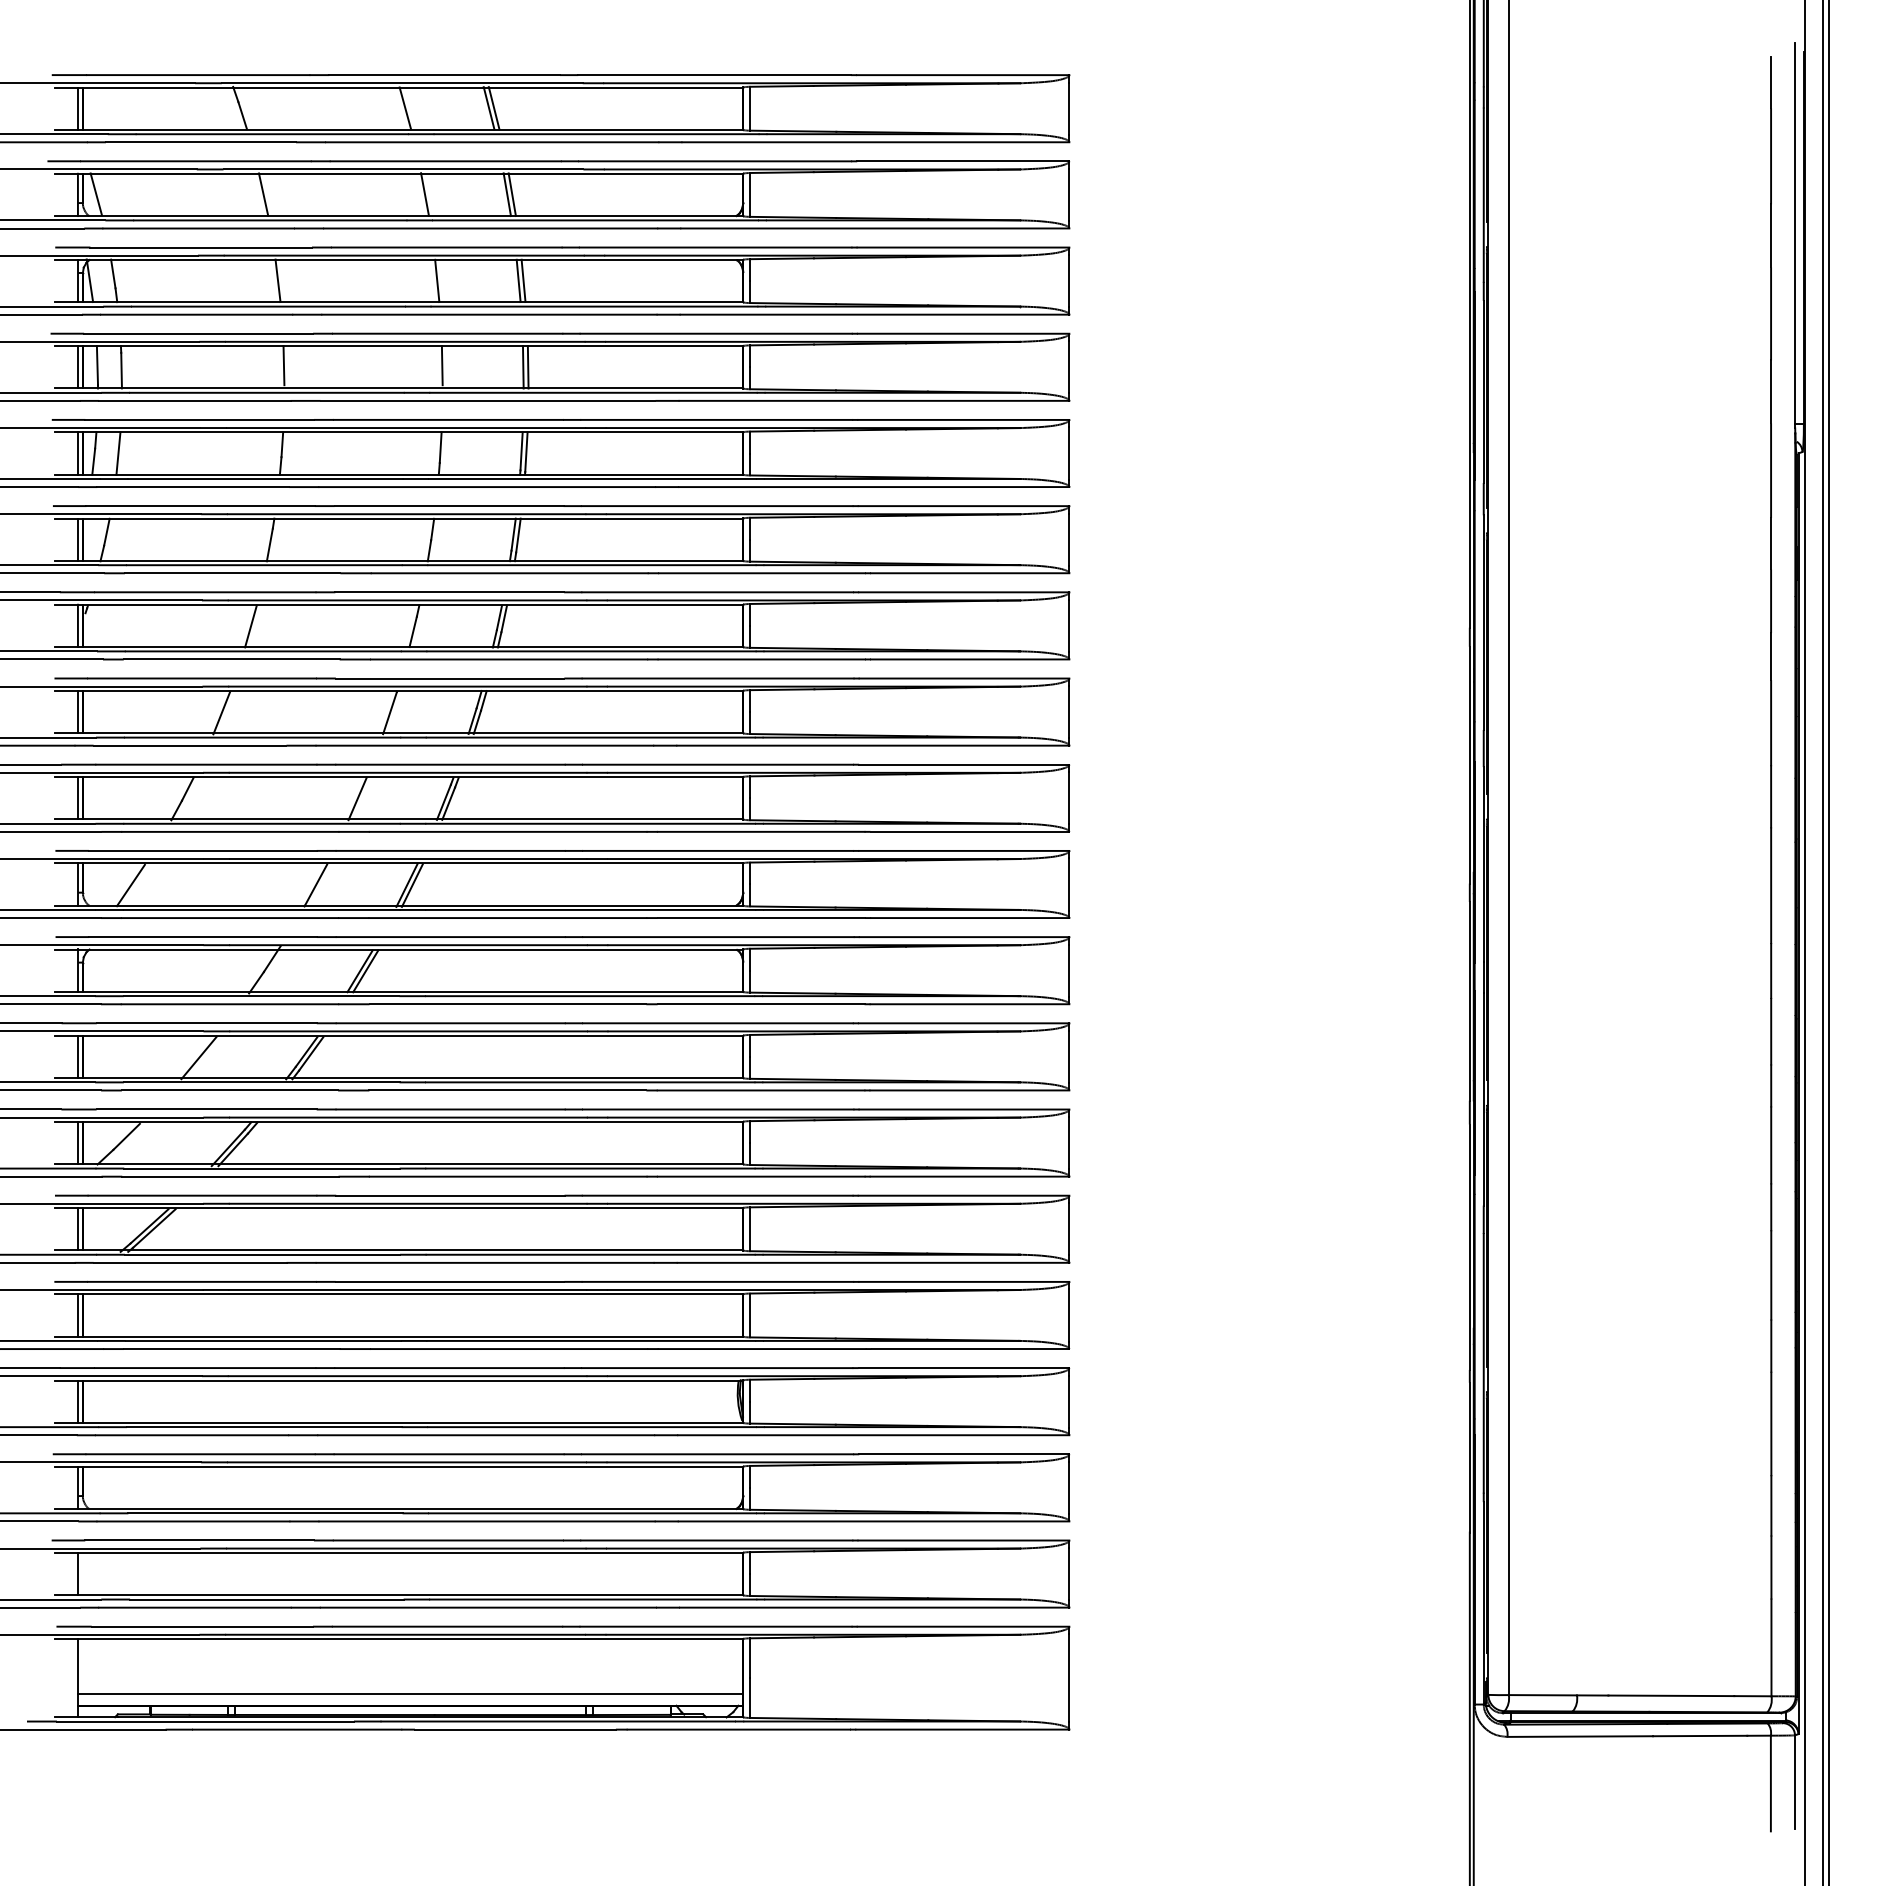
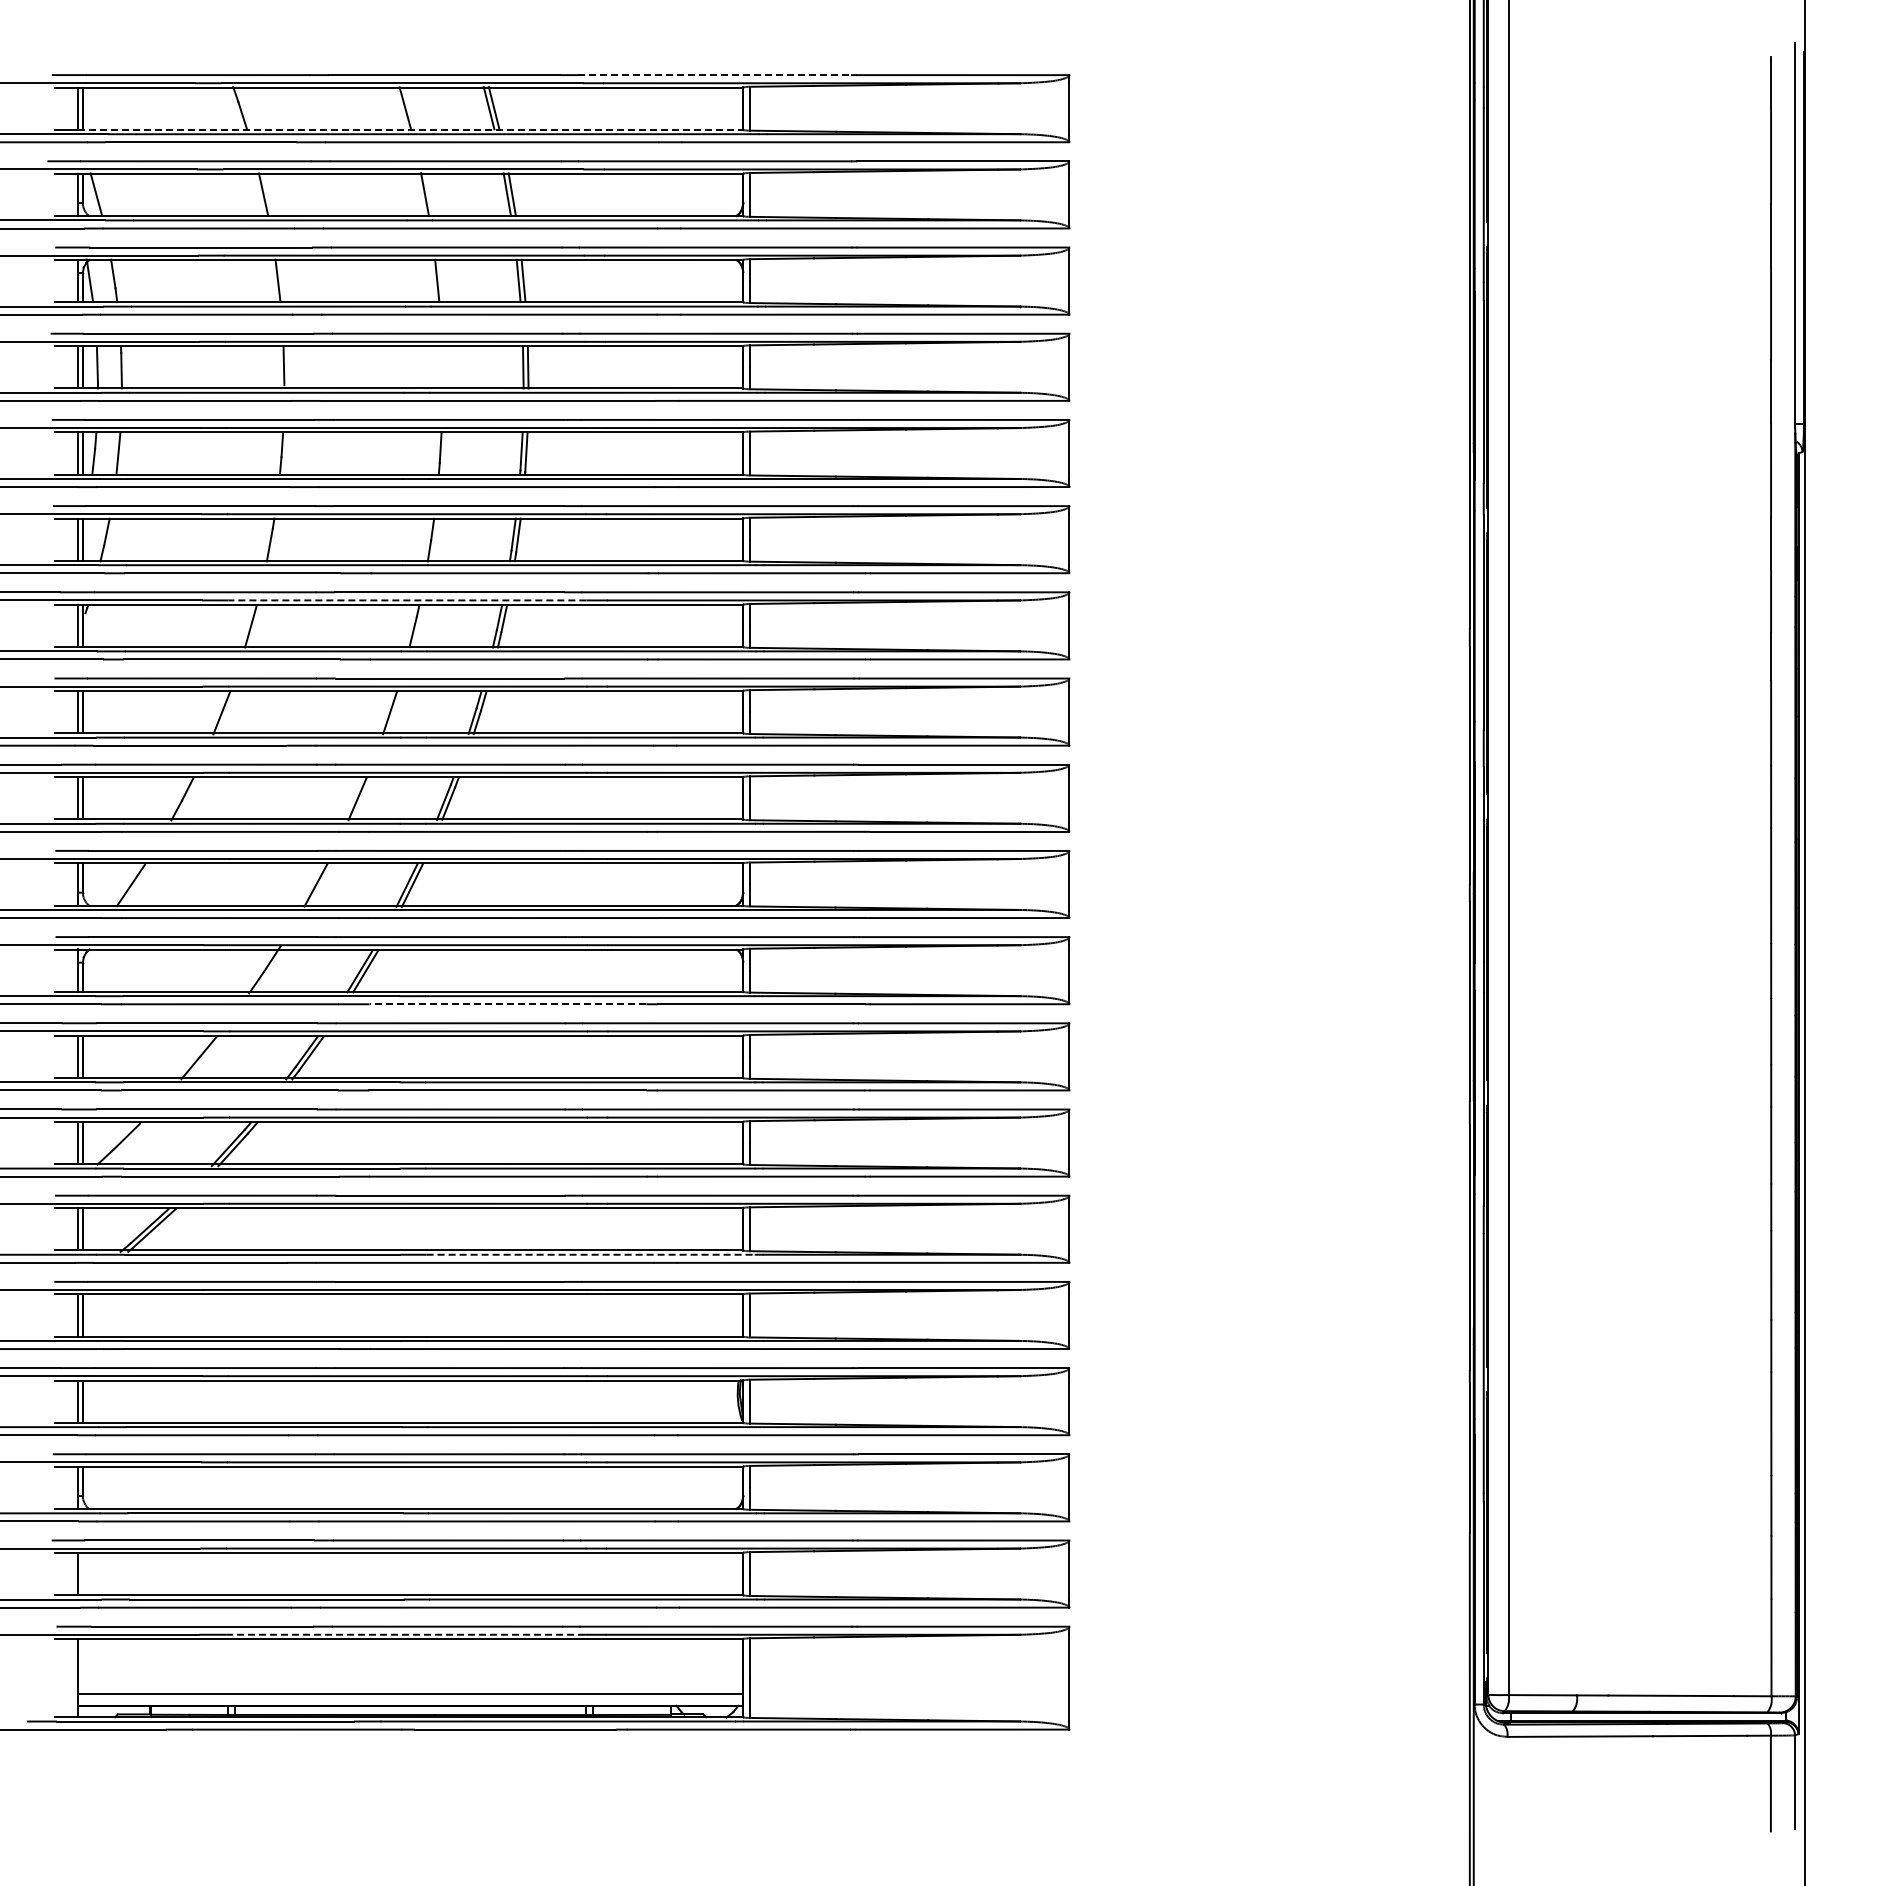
line at (715, 75): solid -> dashed
line at (410, 129): solid -> dashed
line at (441, 365): present -> none
line at (407, 600): solid -> dashed
line at (1822, 942): present -> none
line at (1828, 942): present -> none
line at (507, 1004): solid -> dashed
line at (591, 1254): solid -> dashed
line at (405, 1634): solid -> dashed
